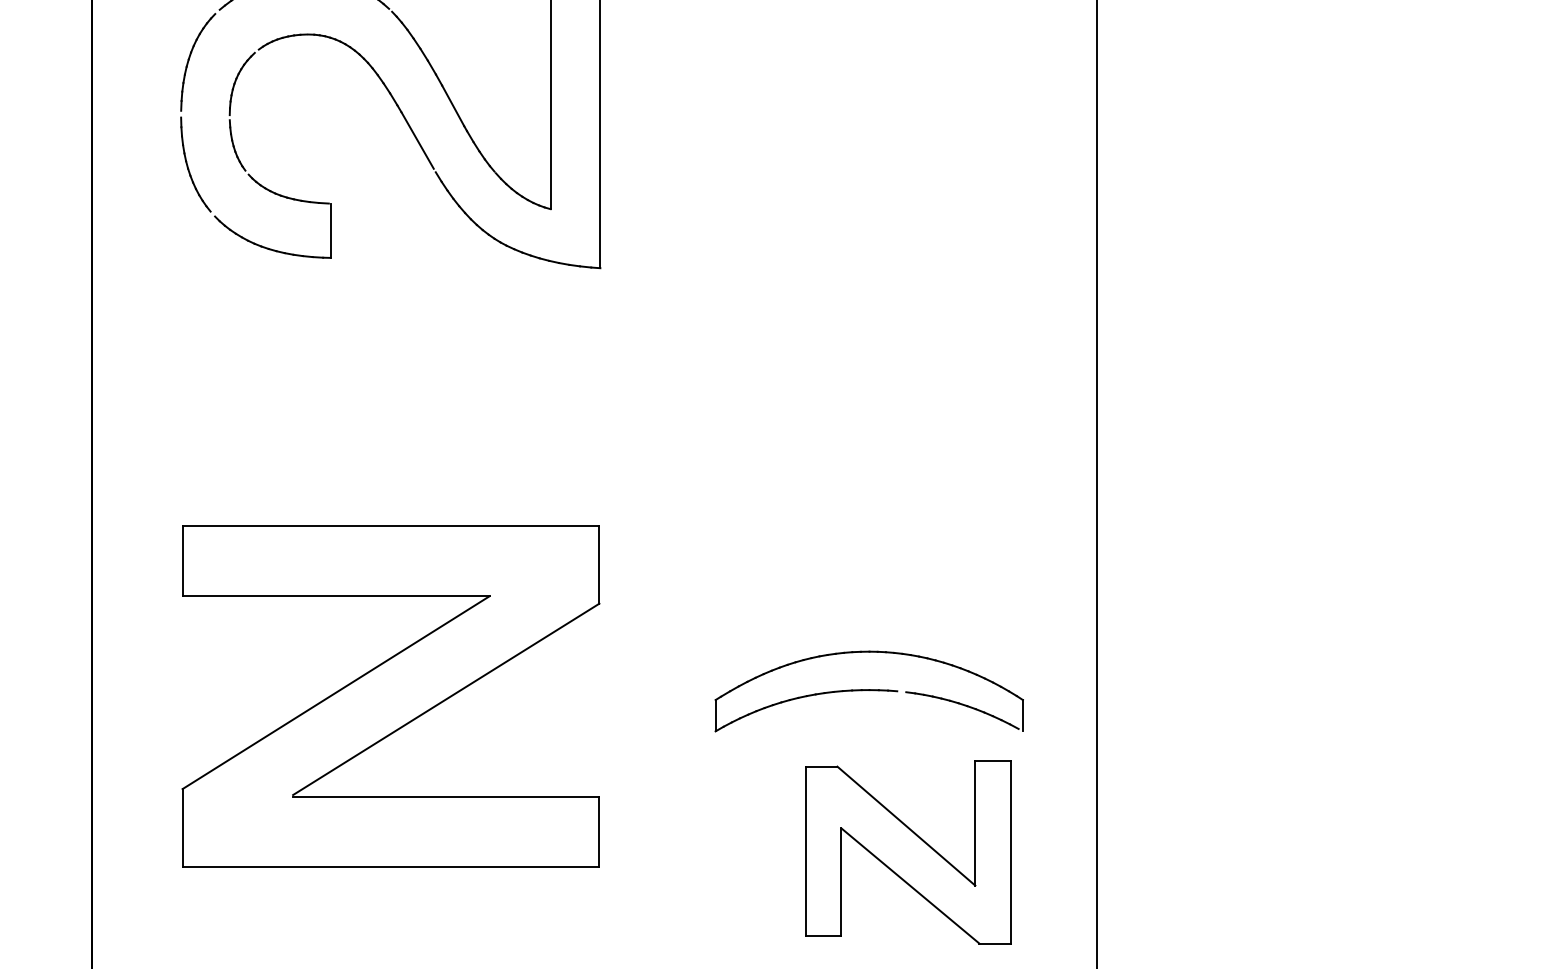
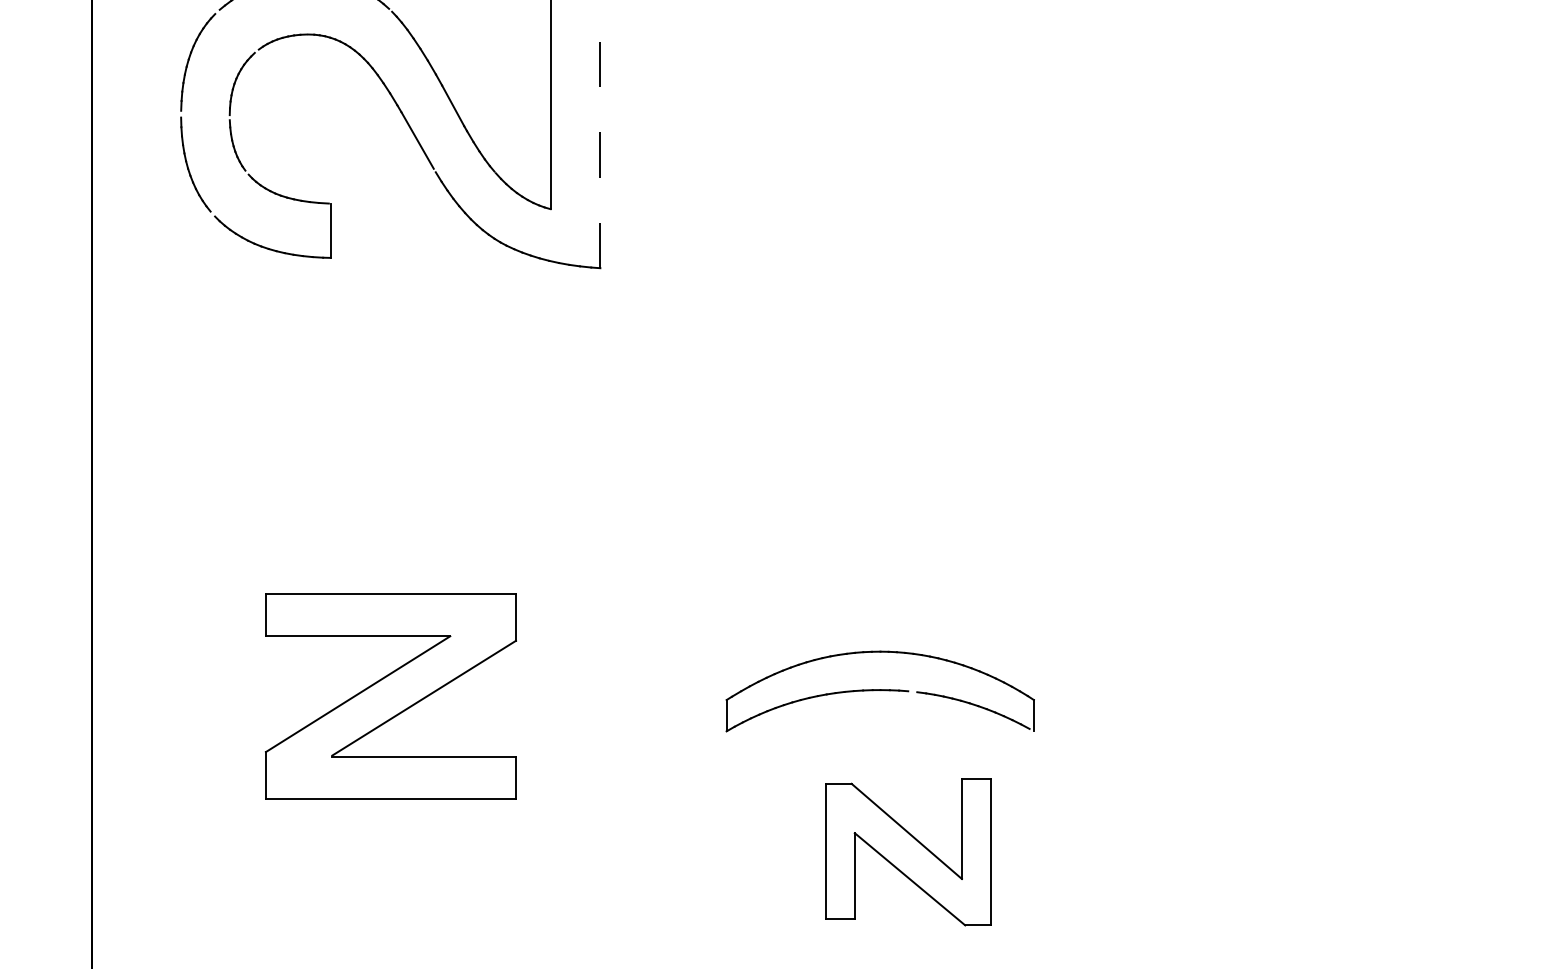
line at (600, 134): solid -> dashed
line at (1097, 483): present -> none
part at (868, 691) position: (868, 691) -> (879, 691)
part at (390, 696) size: 420x343 px -> 252x207 px
part at (908, 852) size: 207x185 px -> 167x149 px
